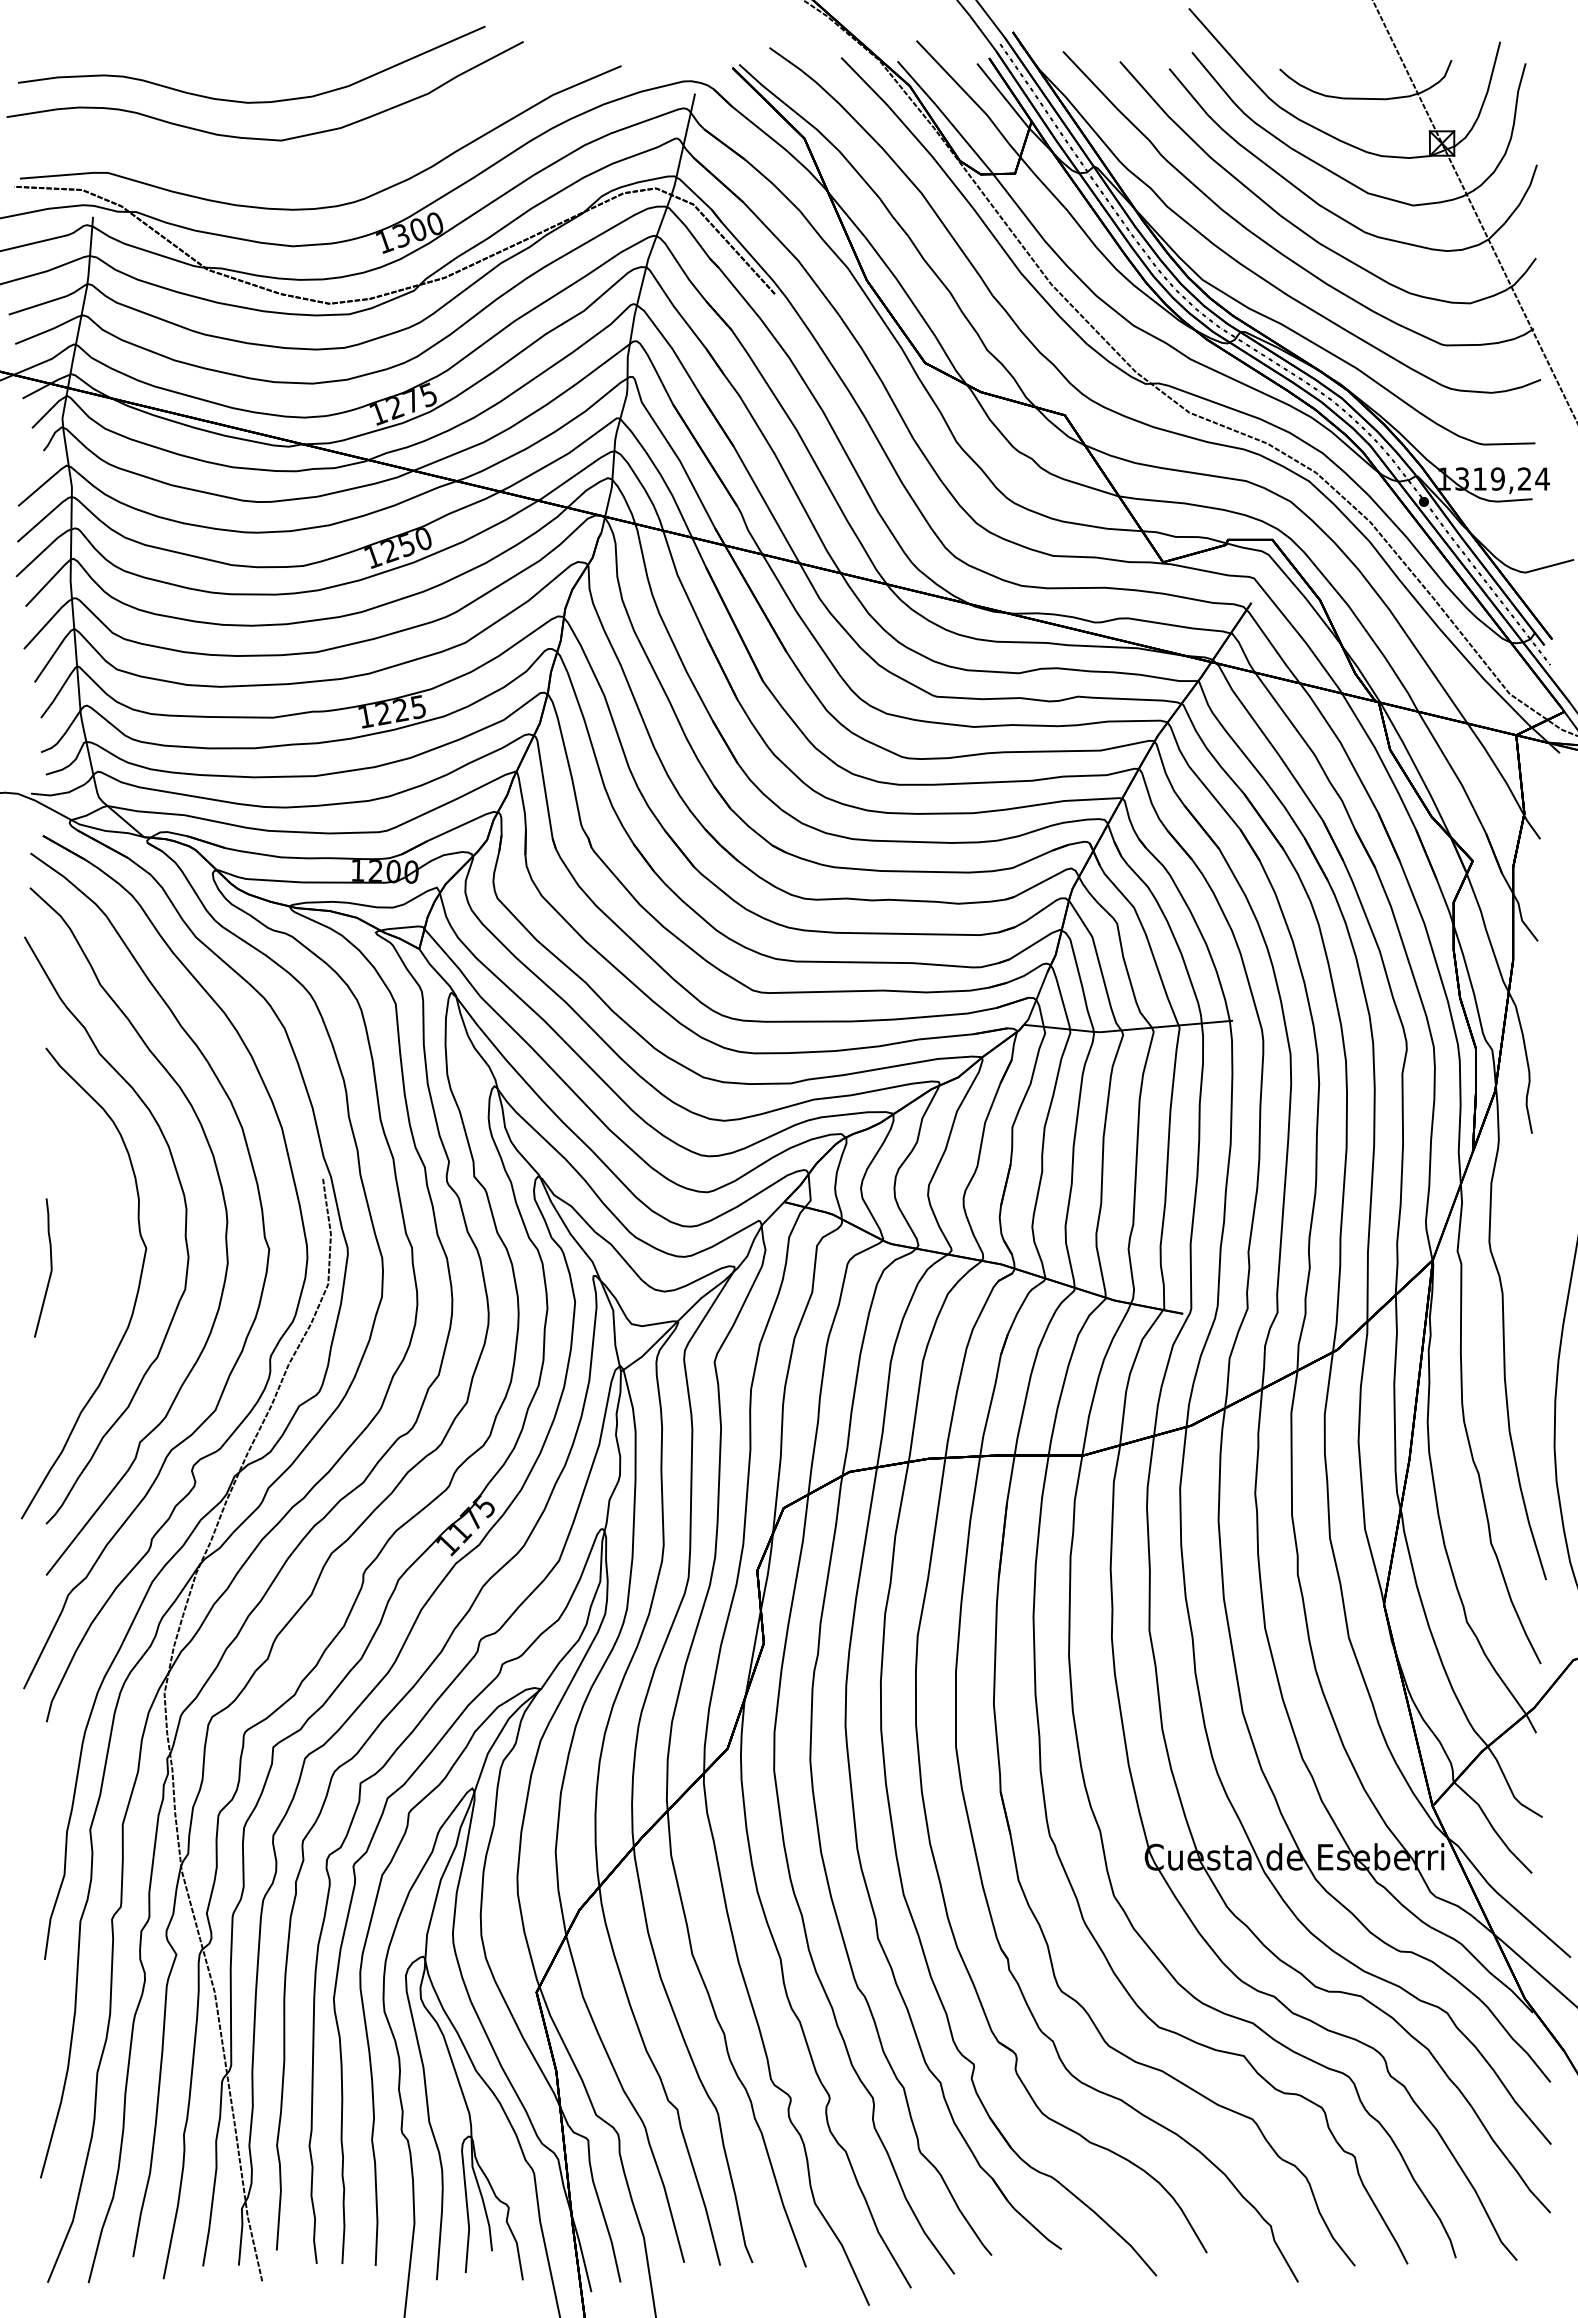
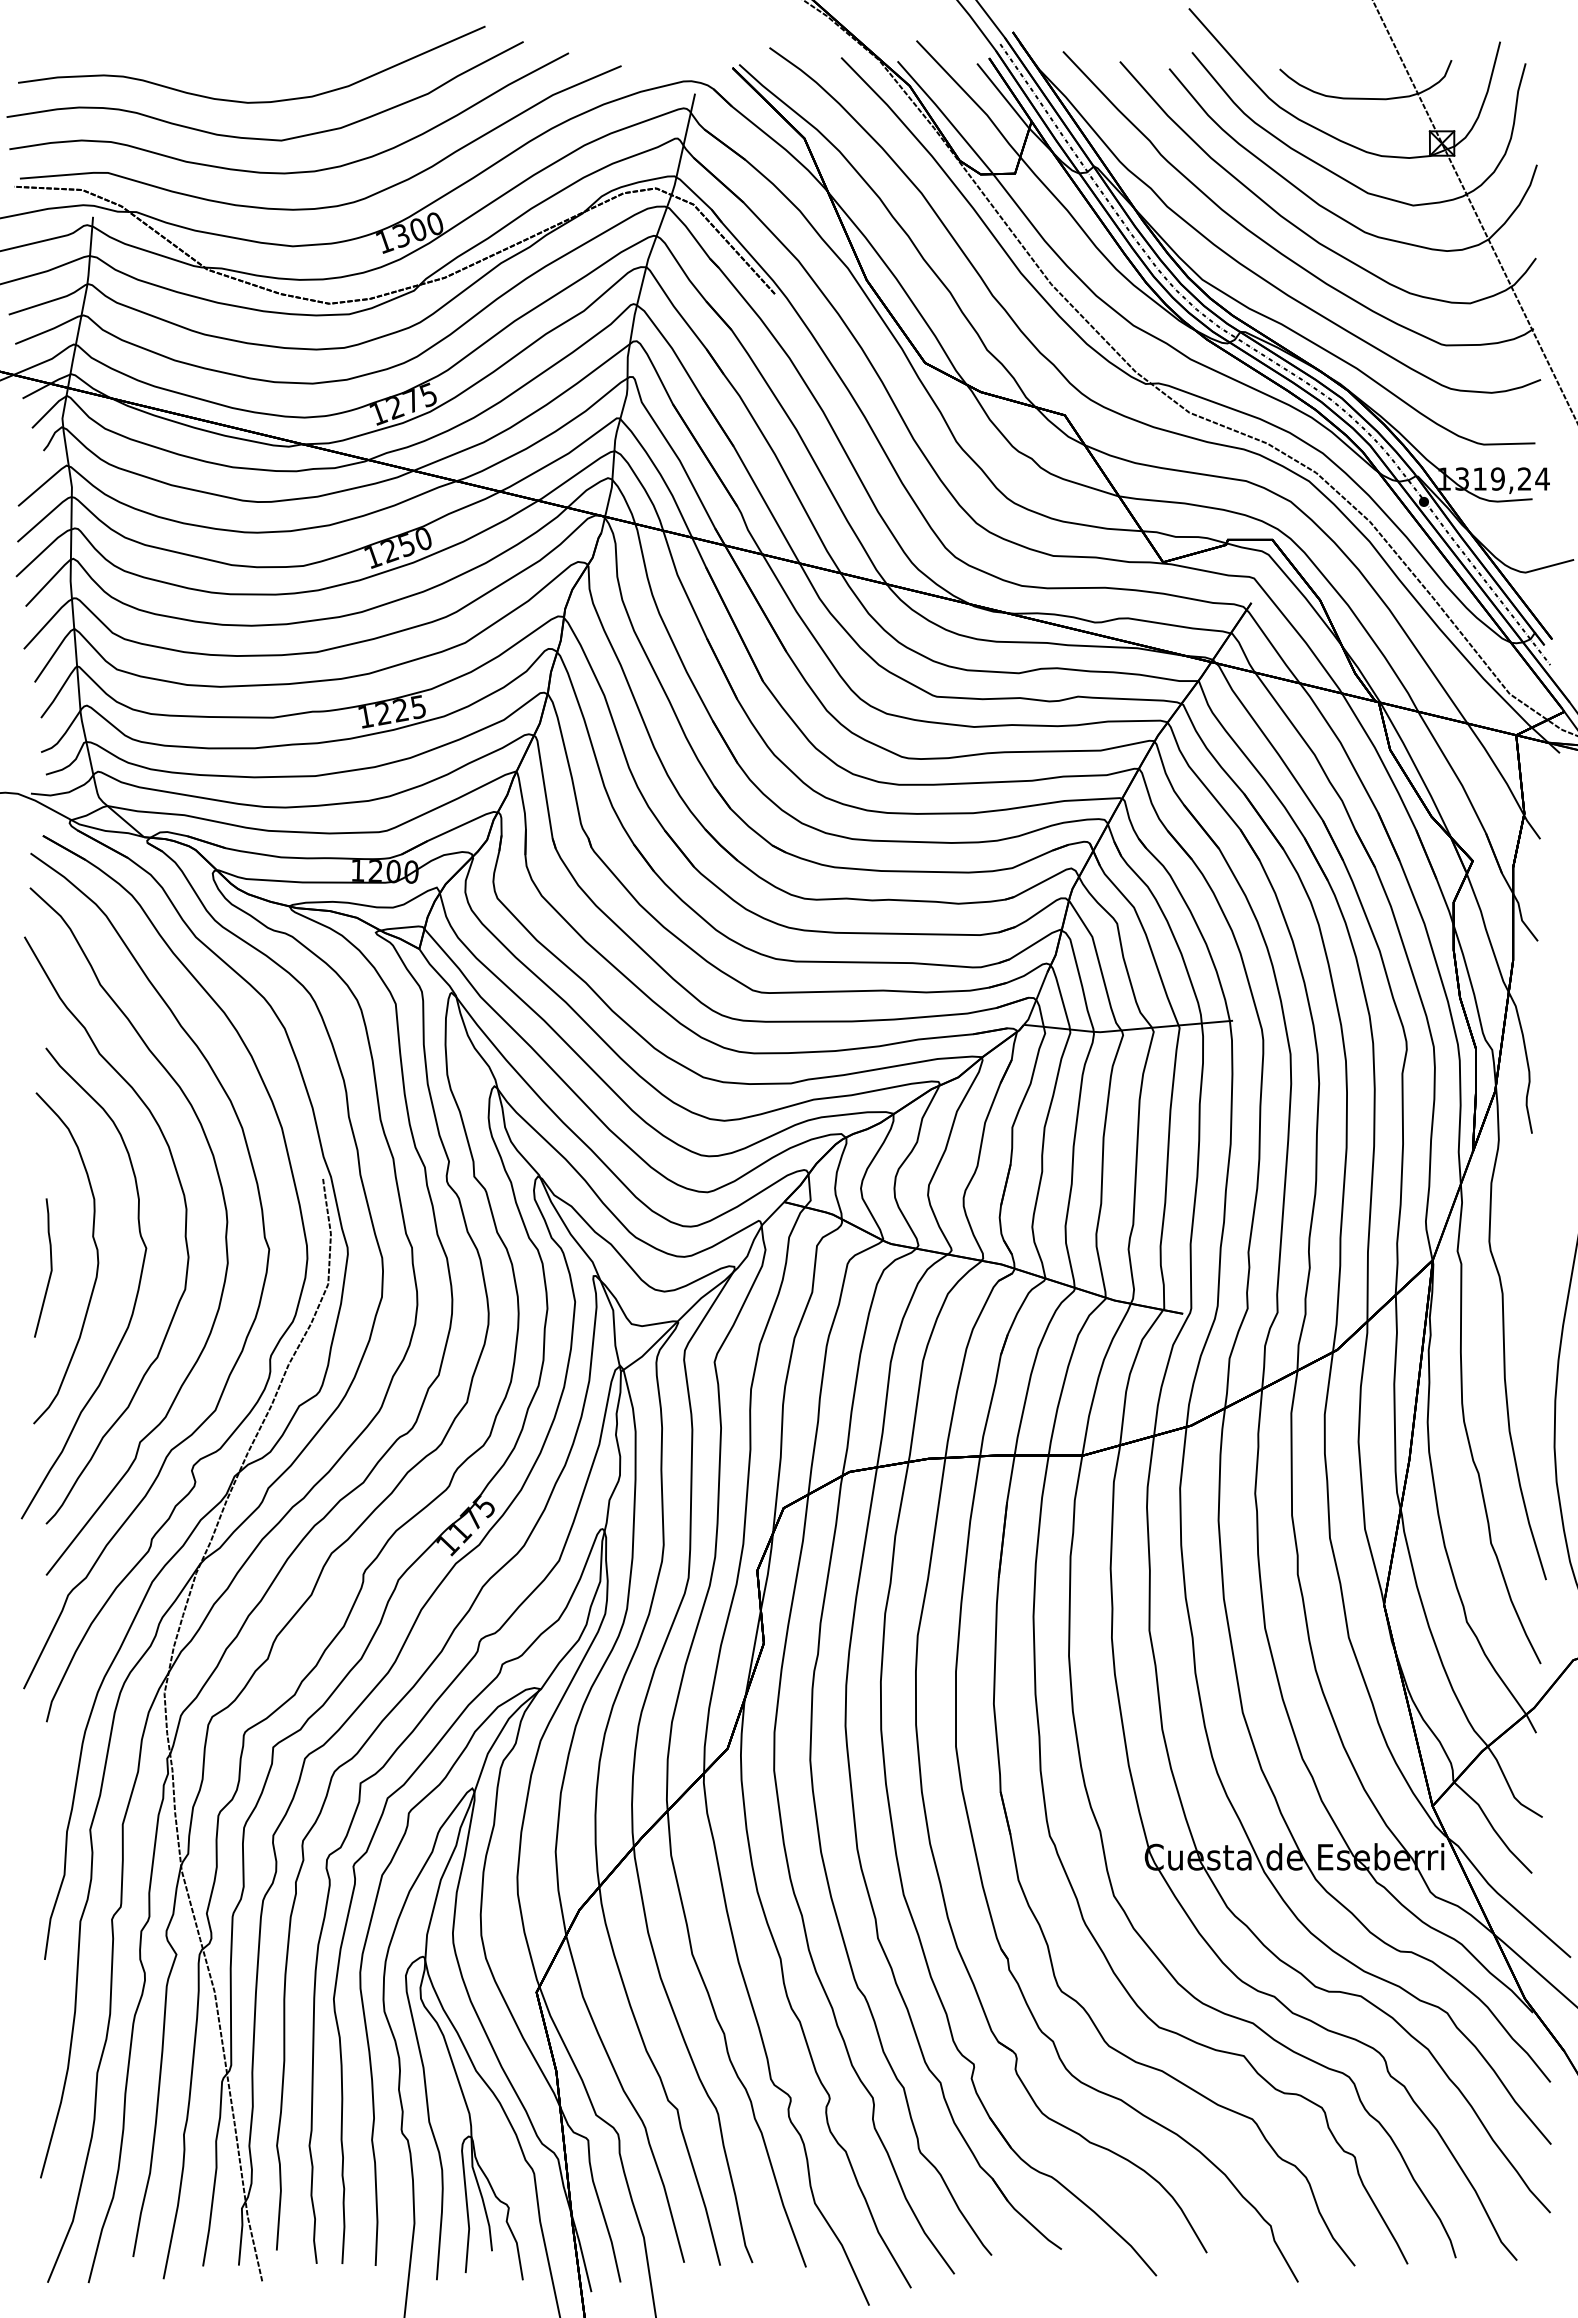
curve at (294, 171): none -> present
curve at (96, 1254): none -> present
